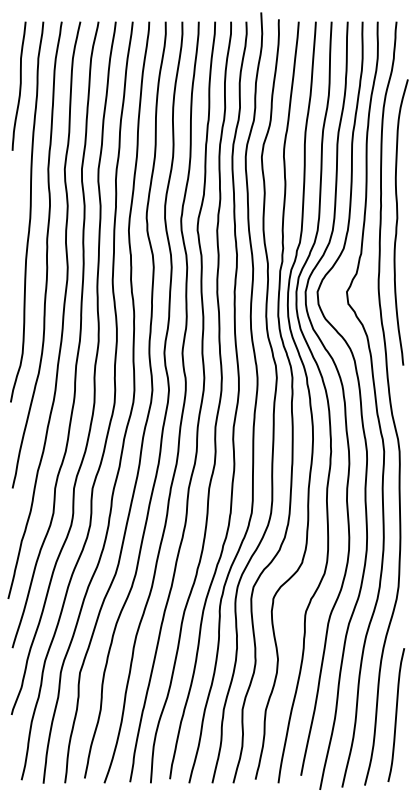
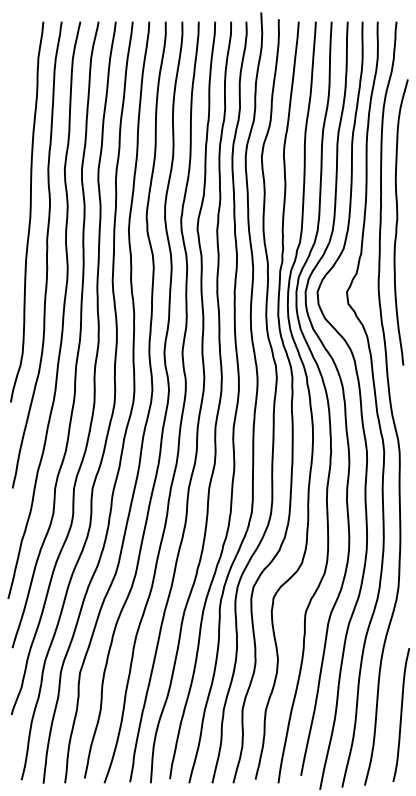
curve at (19, 85): present -> none
curve at (396, 714) position: (396, 714) -> (401, 714)
